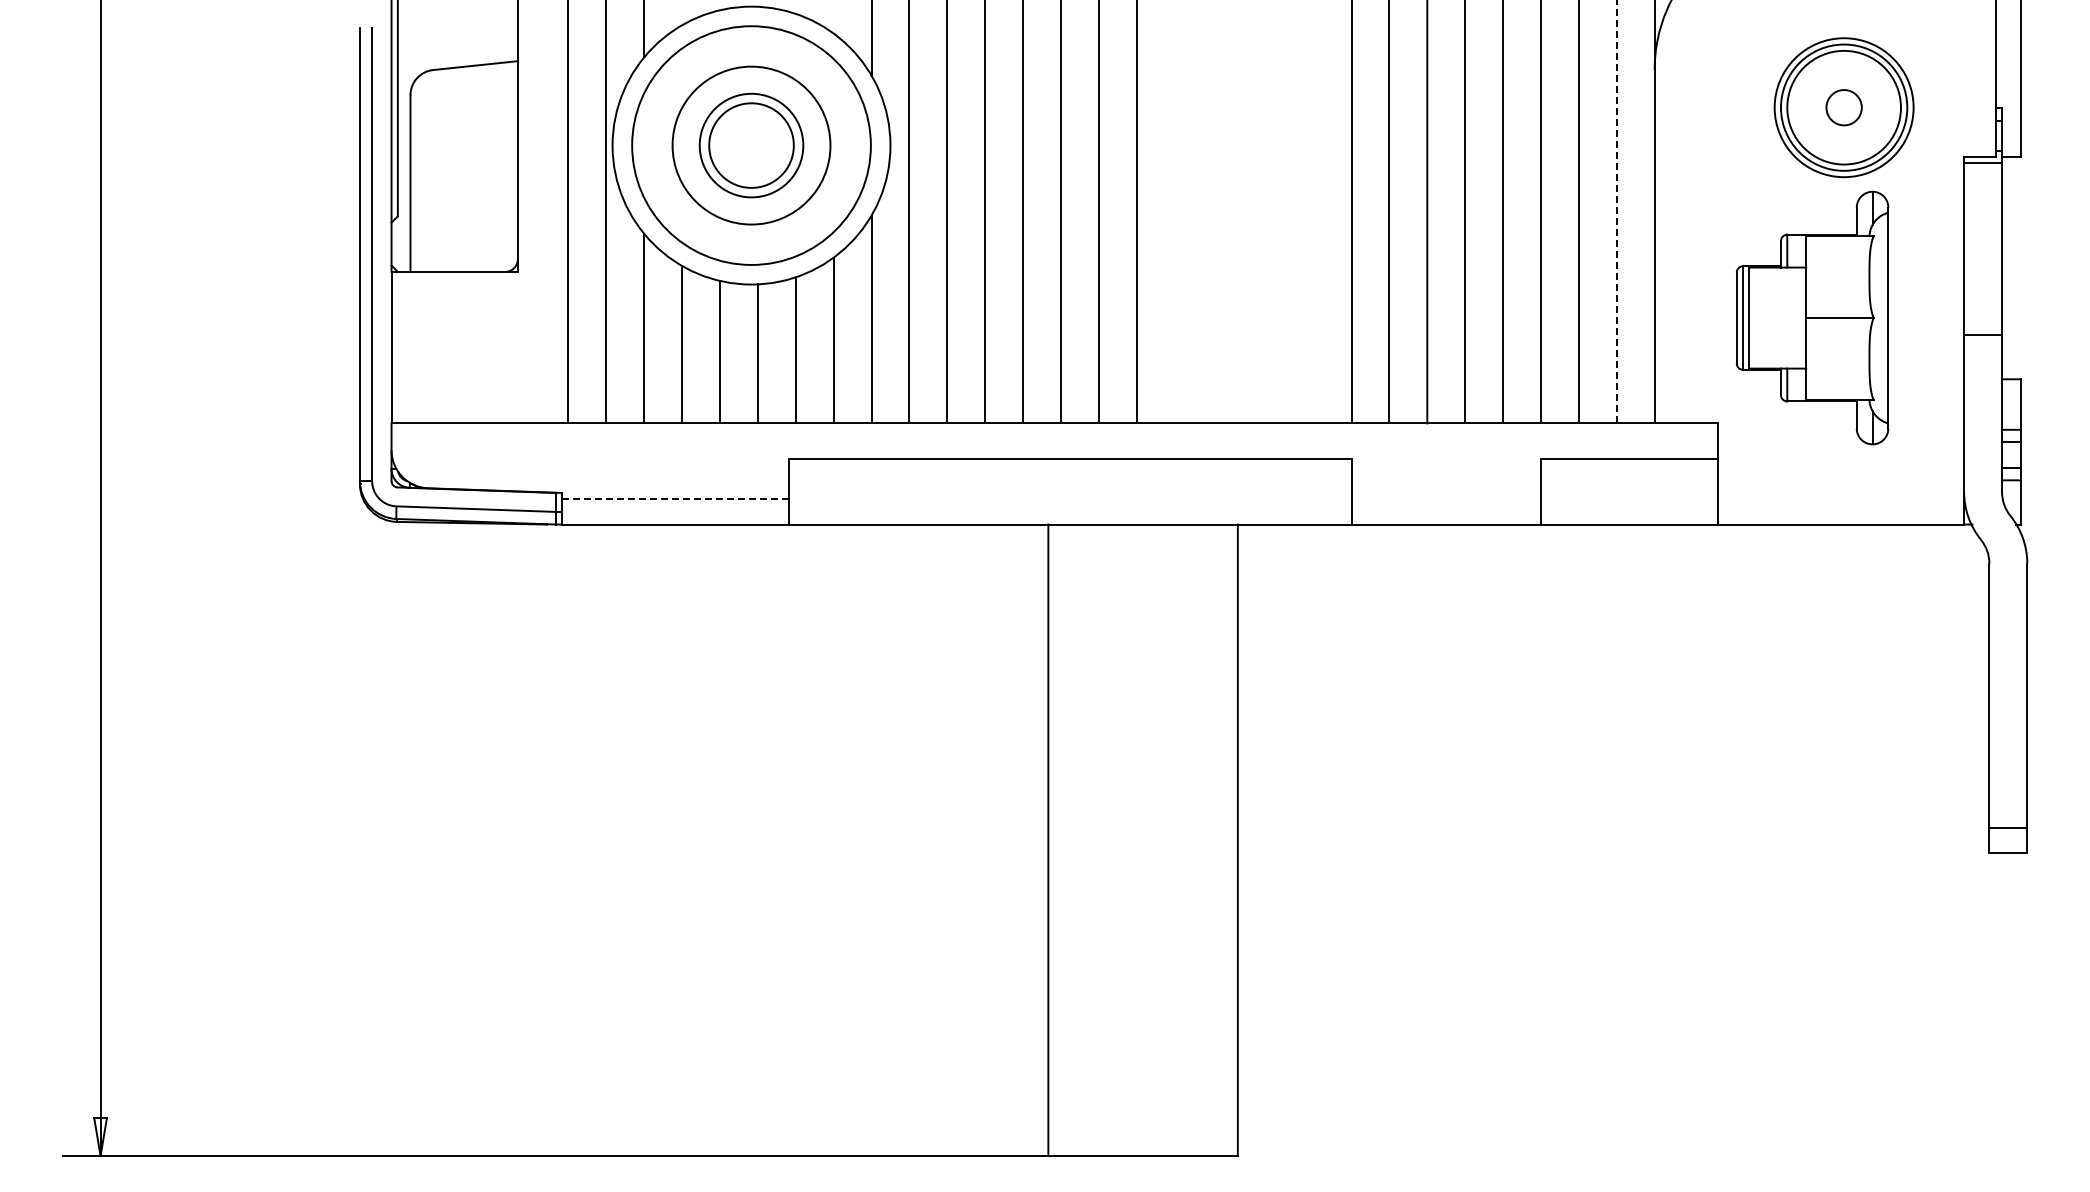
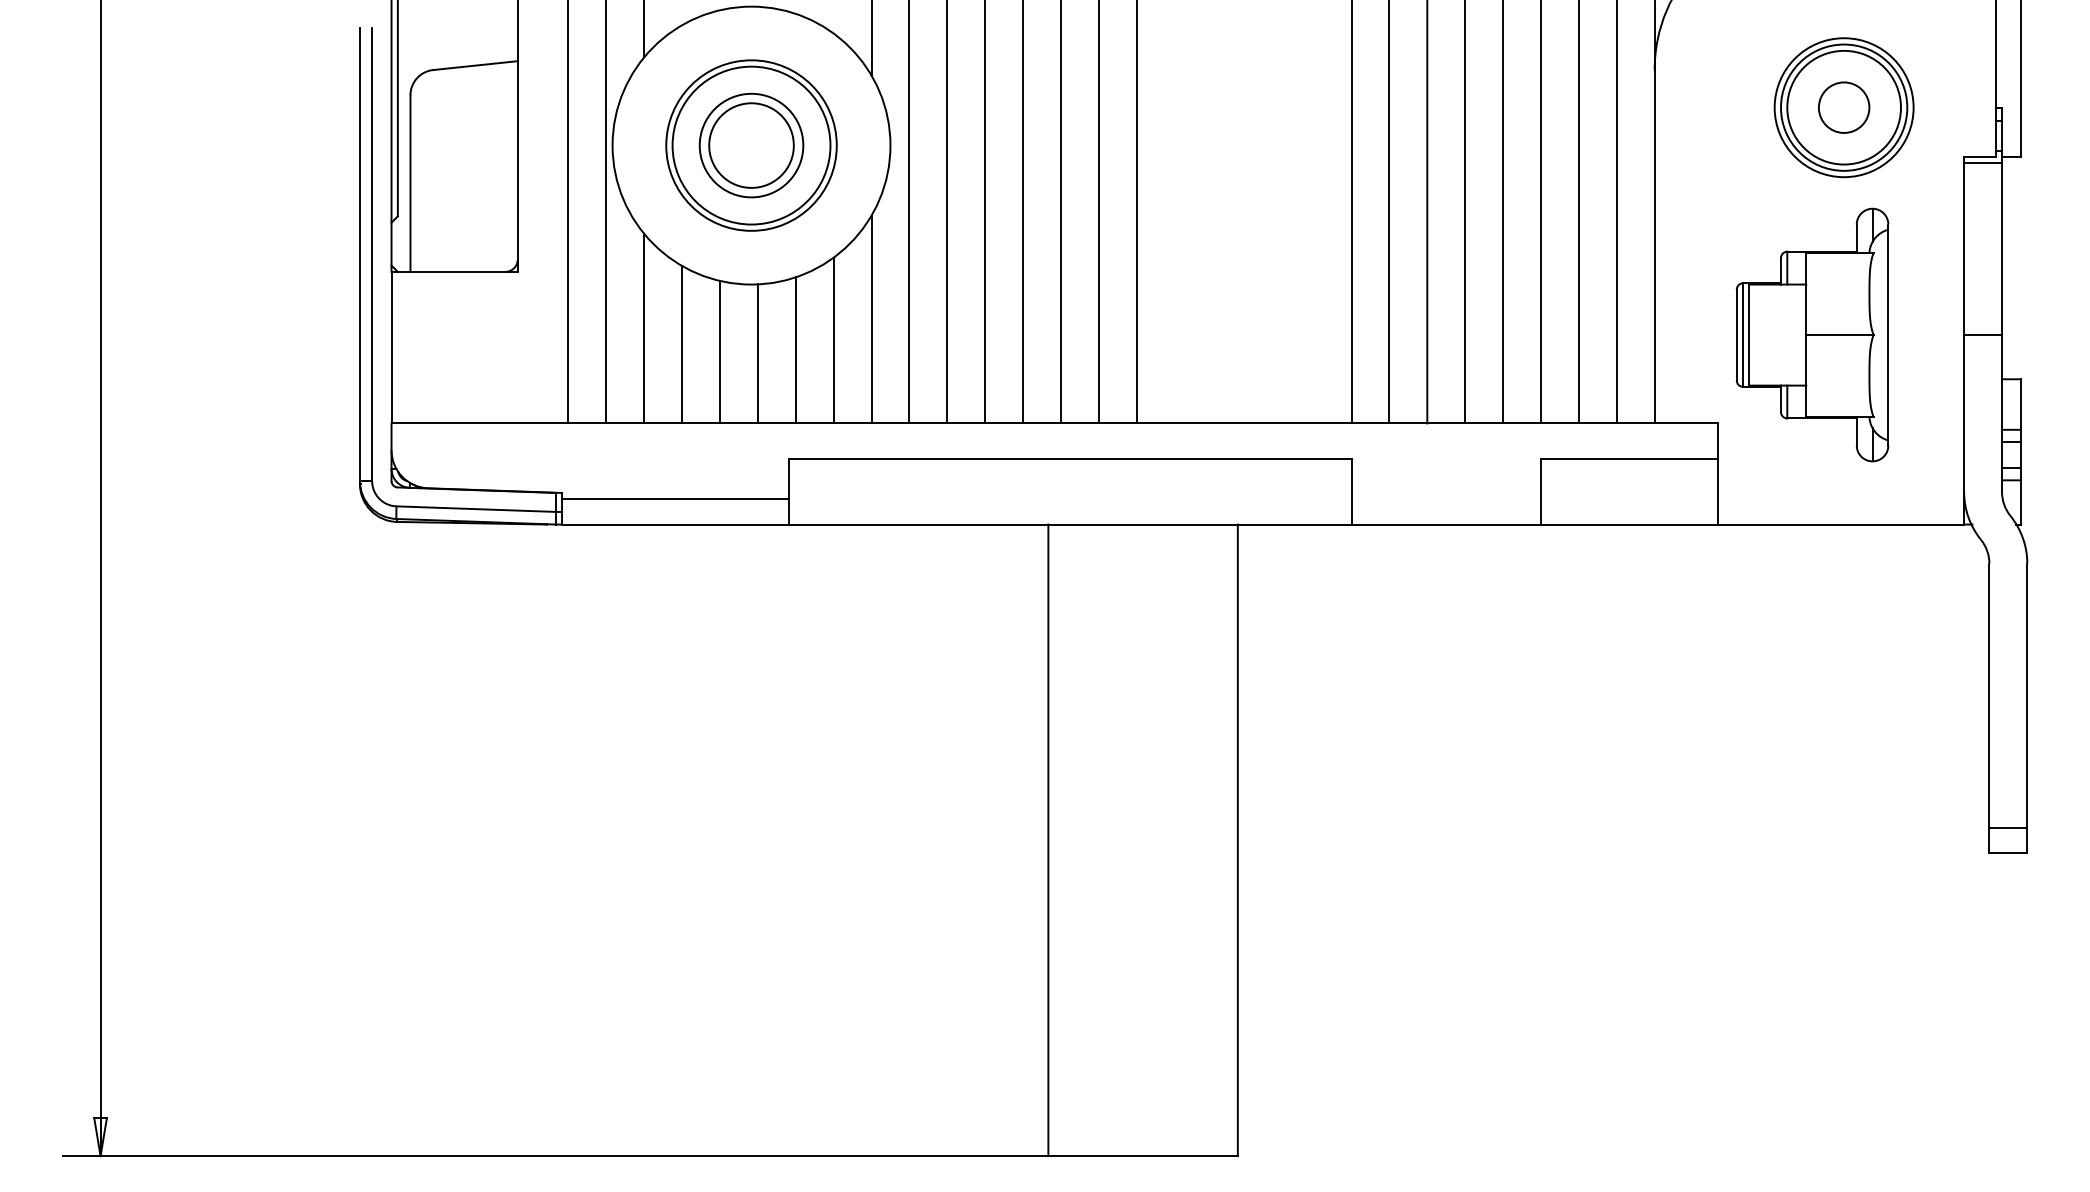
circle at (1843, 107) diameter: 35 px -> 51 px
circle at (751, 145) diameter: 239 px -> 171 px
line at (1616, 211): dashed -> solid
part at (1812, 317) position: (1812, 317) -> (1812, 334)
line at (675, 499): dashed -> solid
